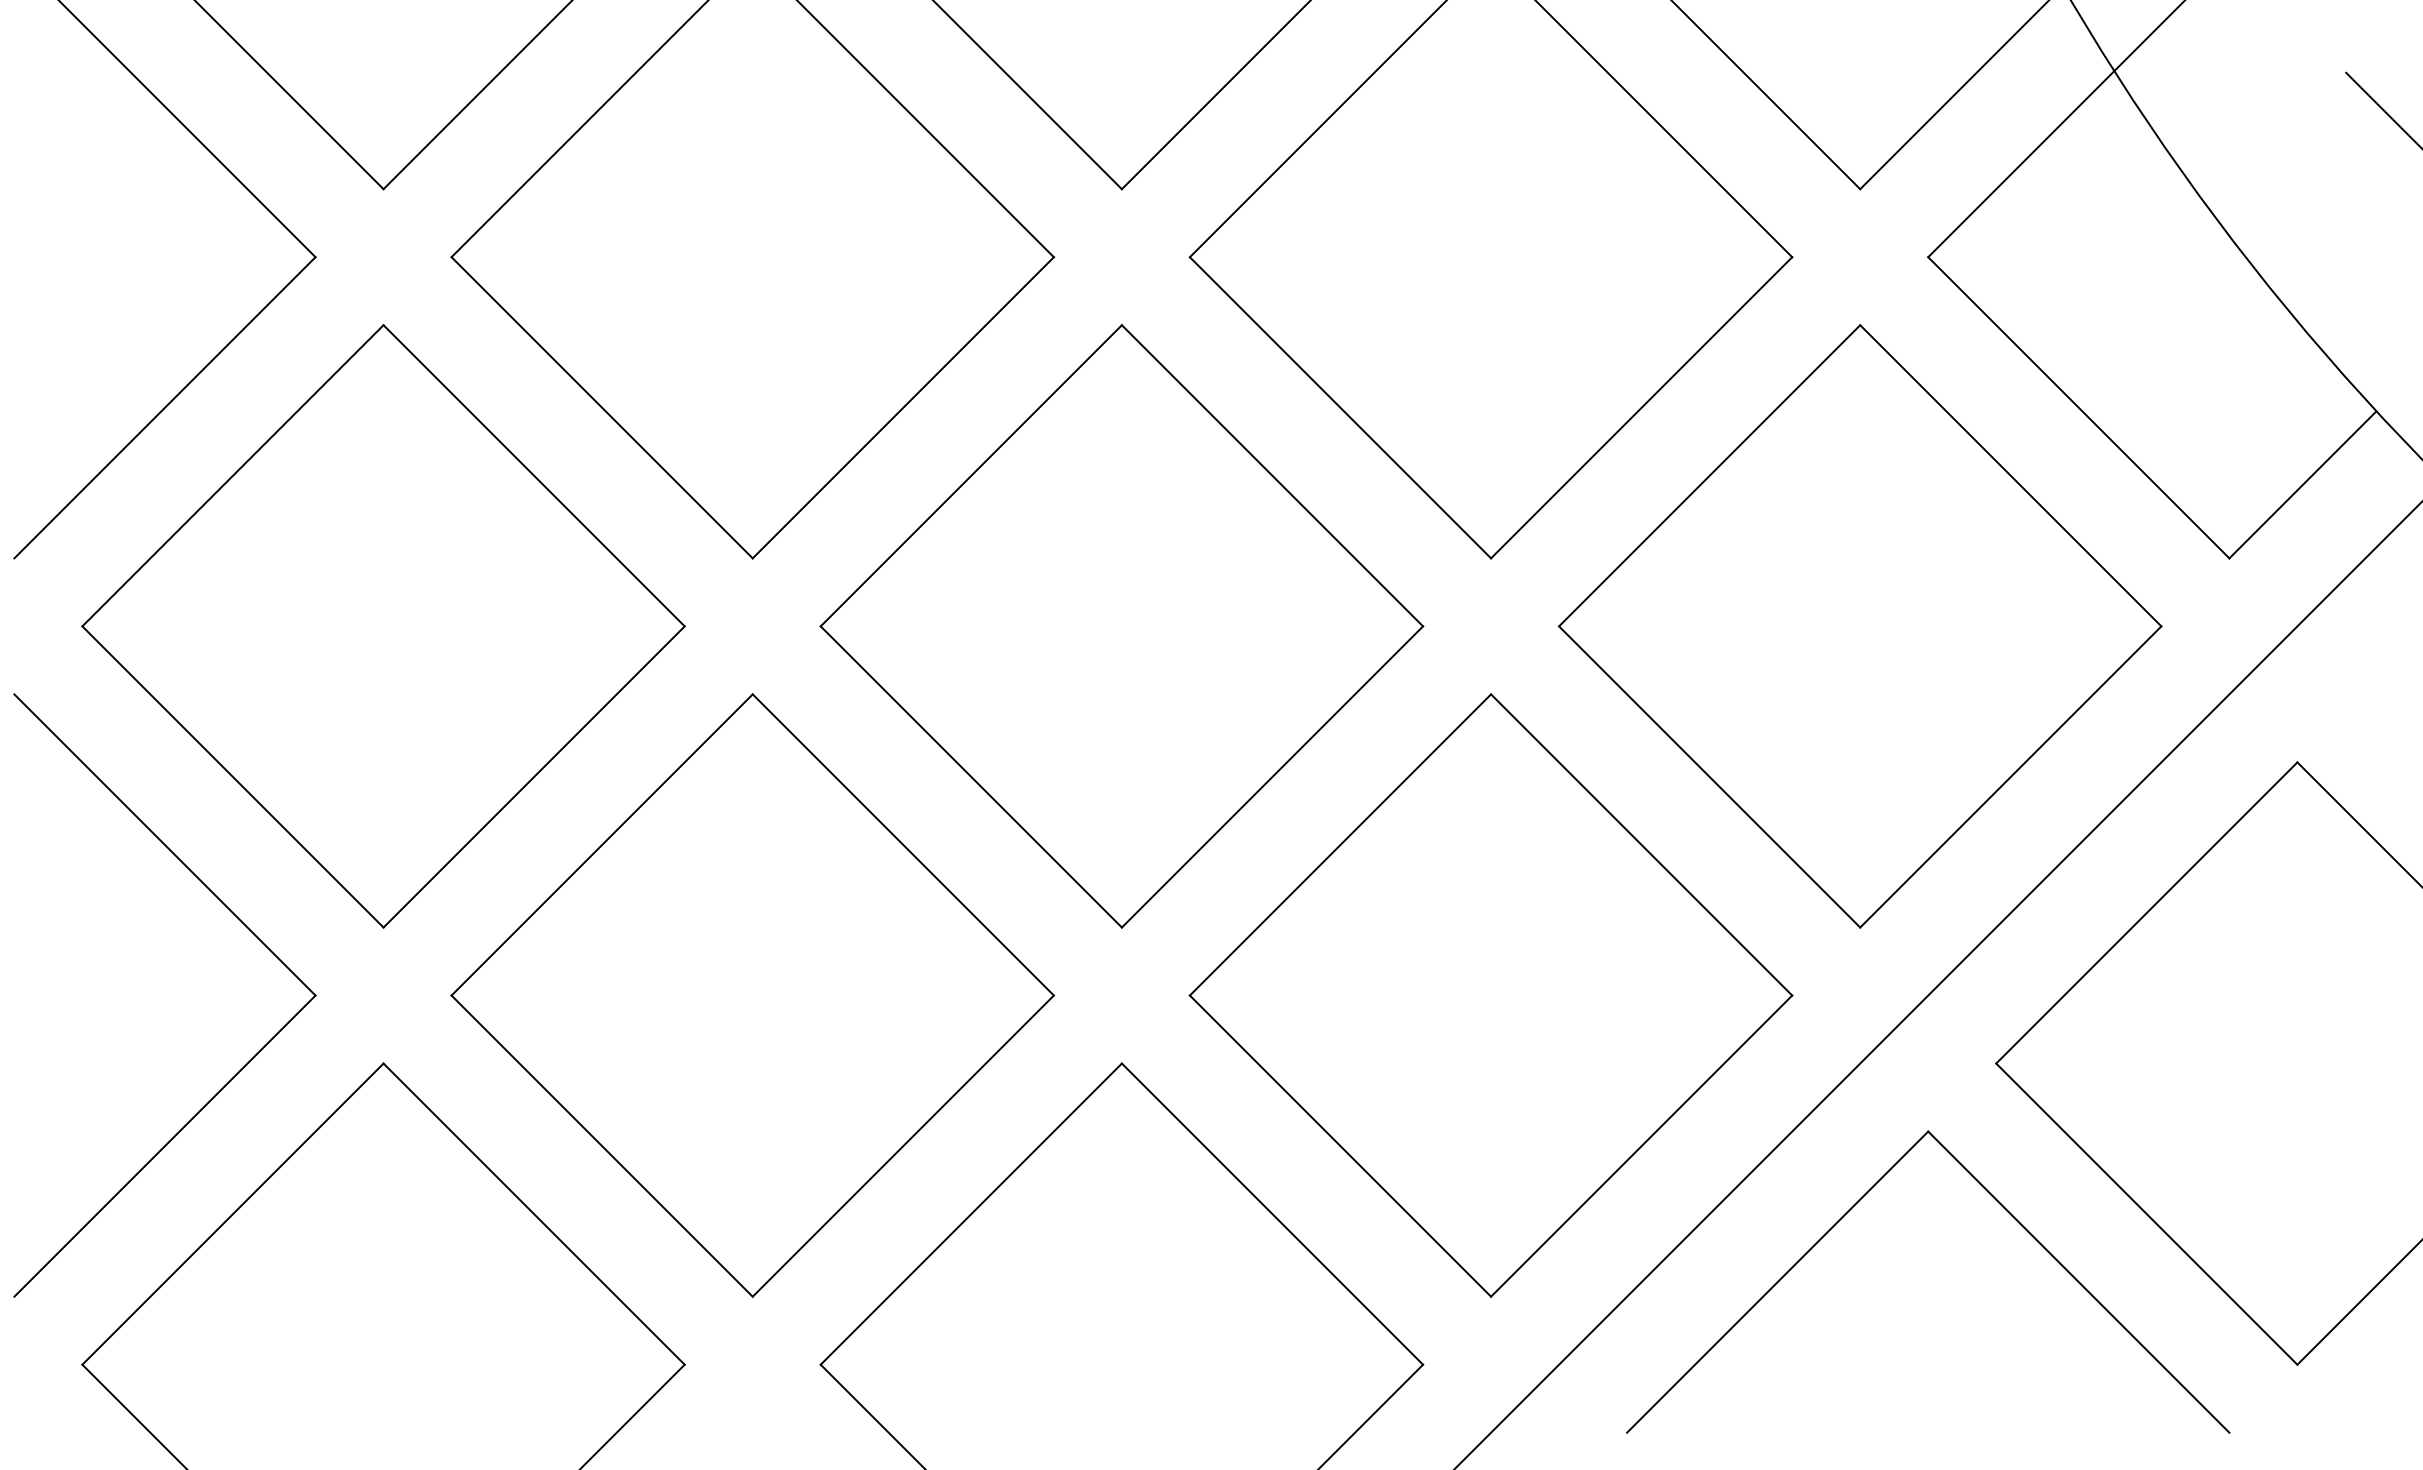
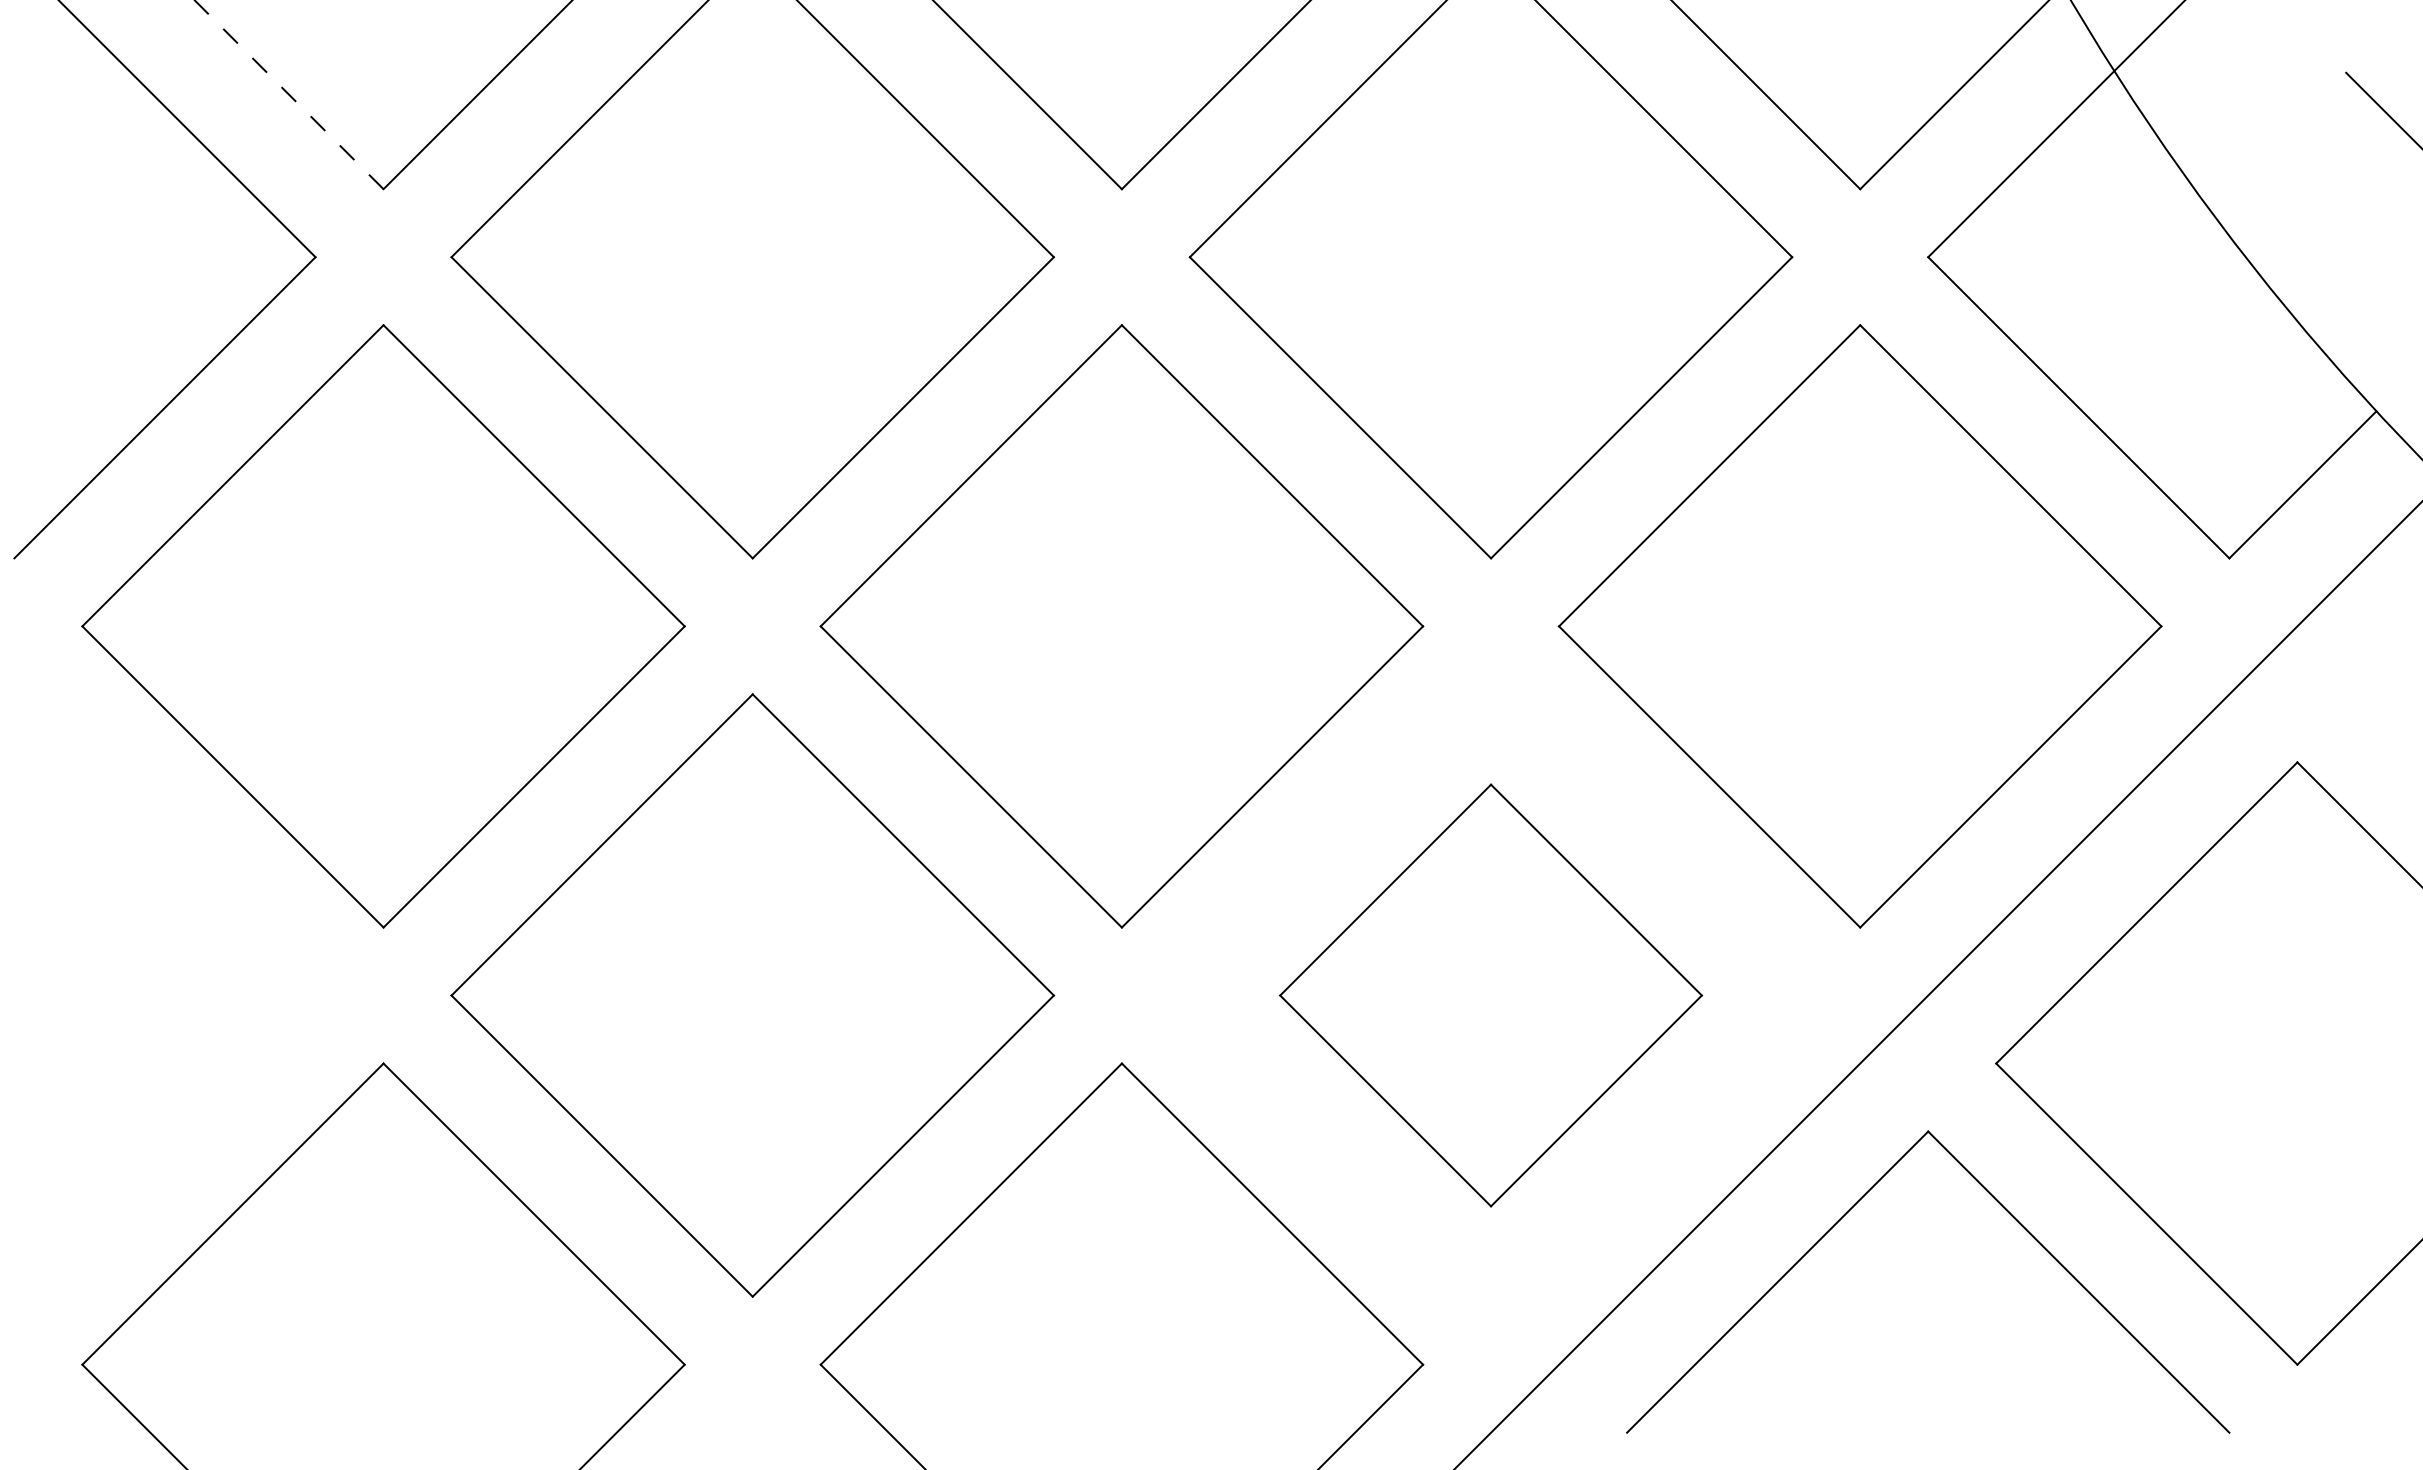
line at (288, 94): solid -> dashed
part at (239, 920): present -> none
part at (1490, 995) size: 606x605 px -> 424x425 px
